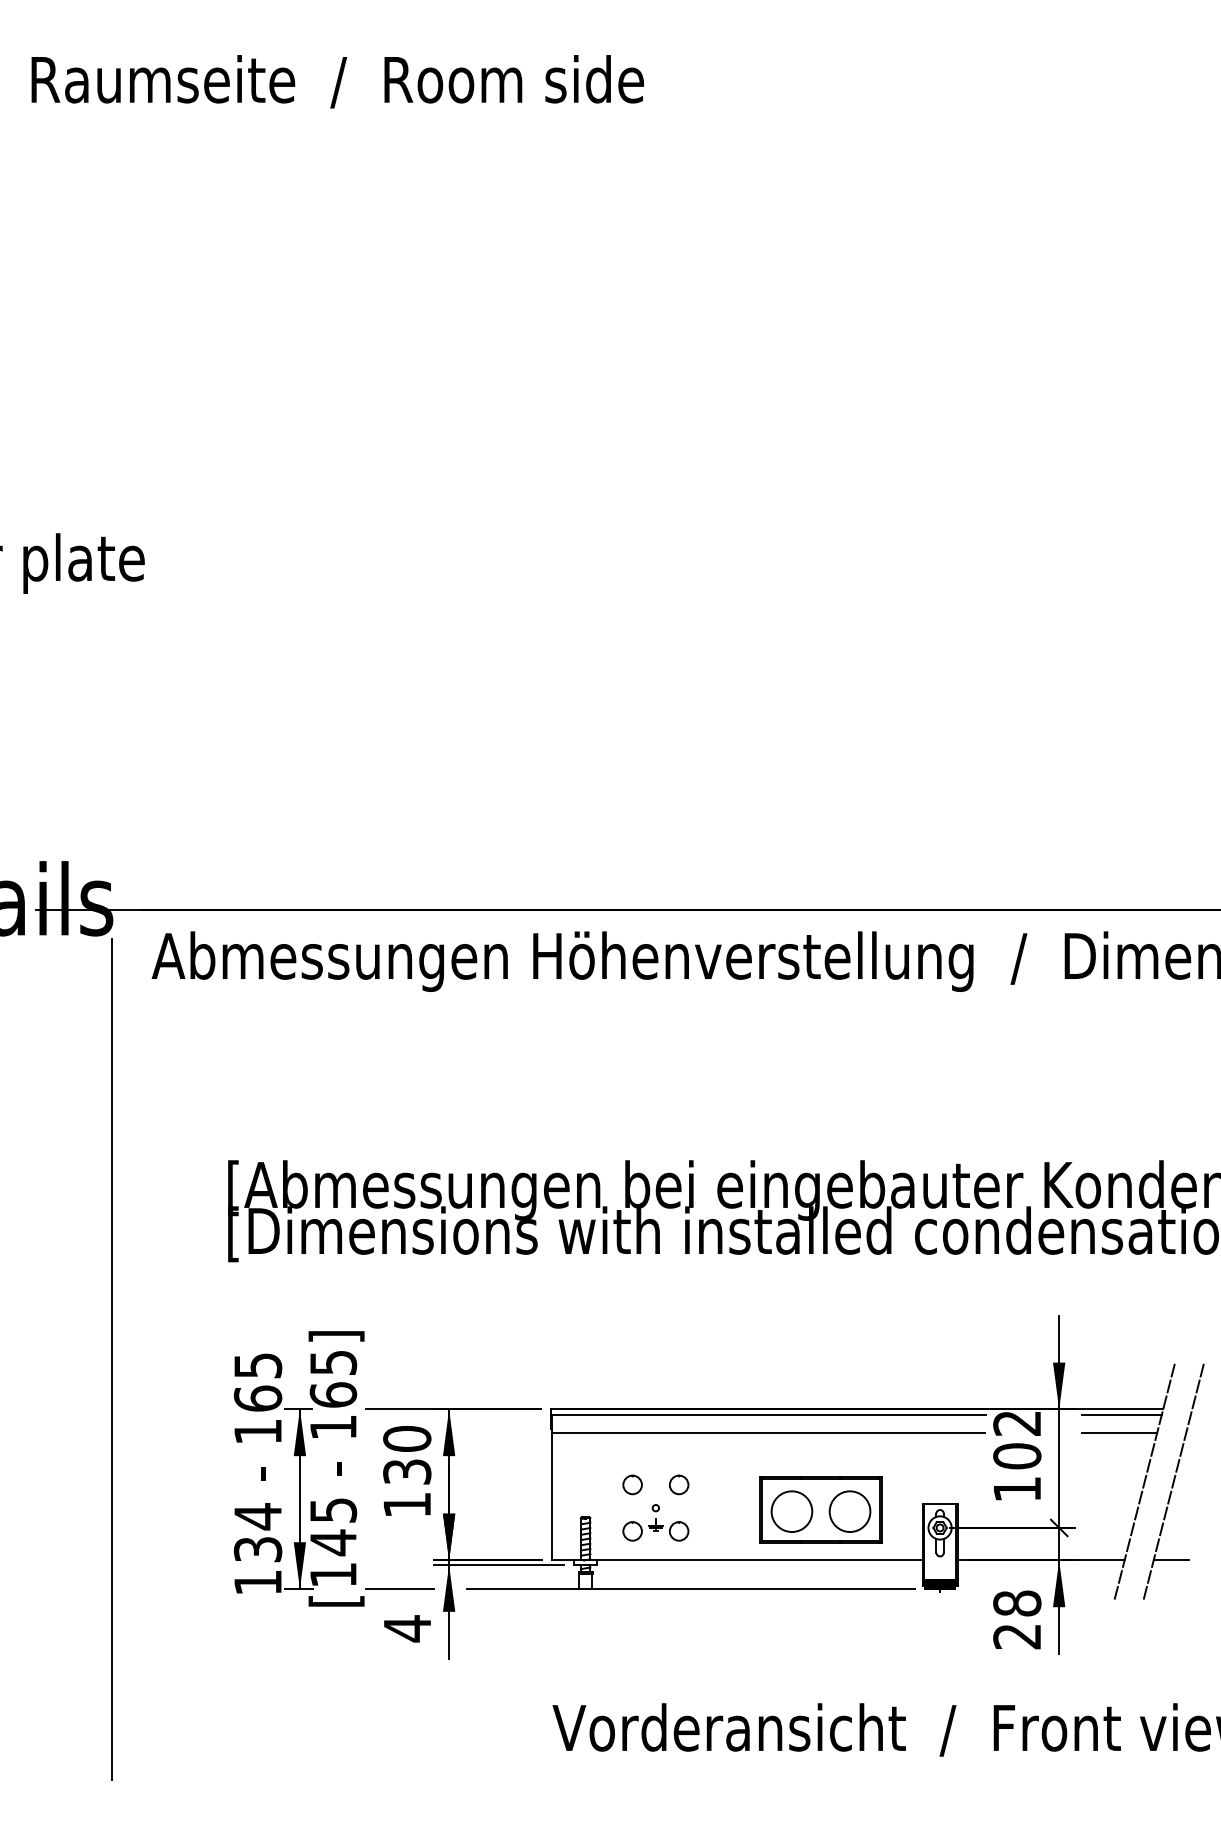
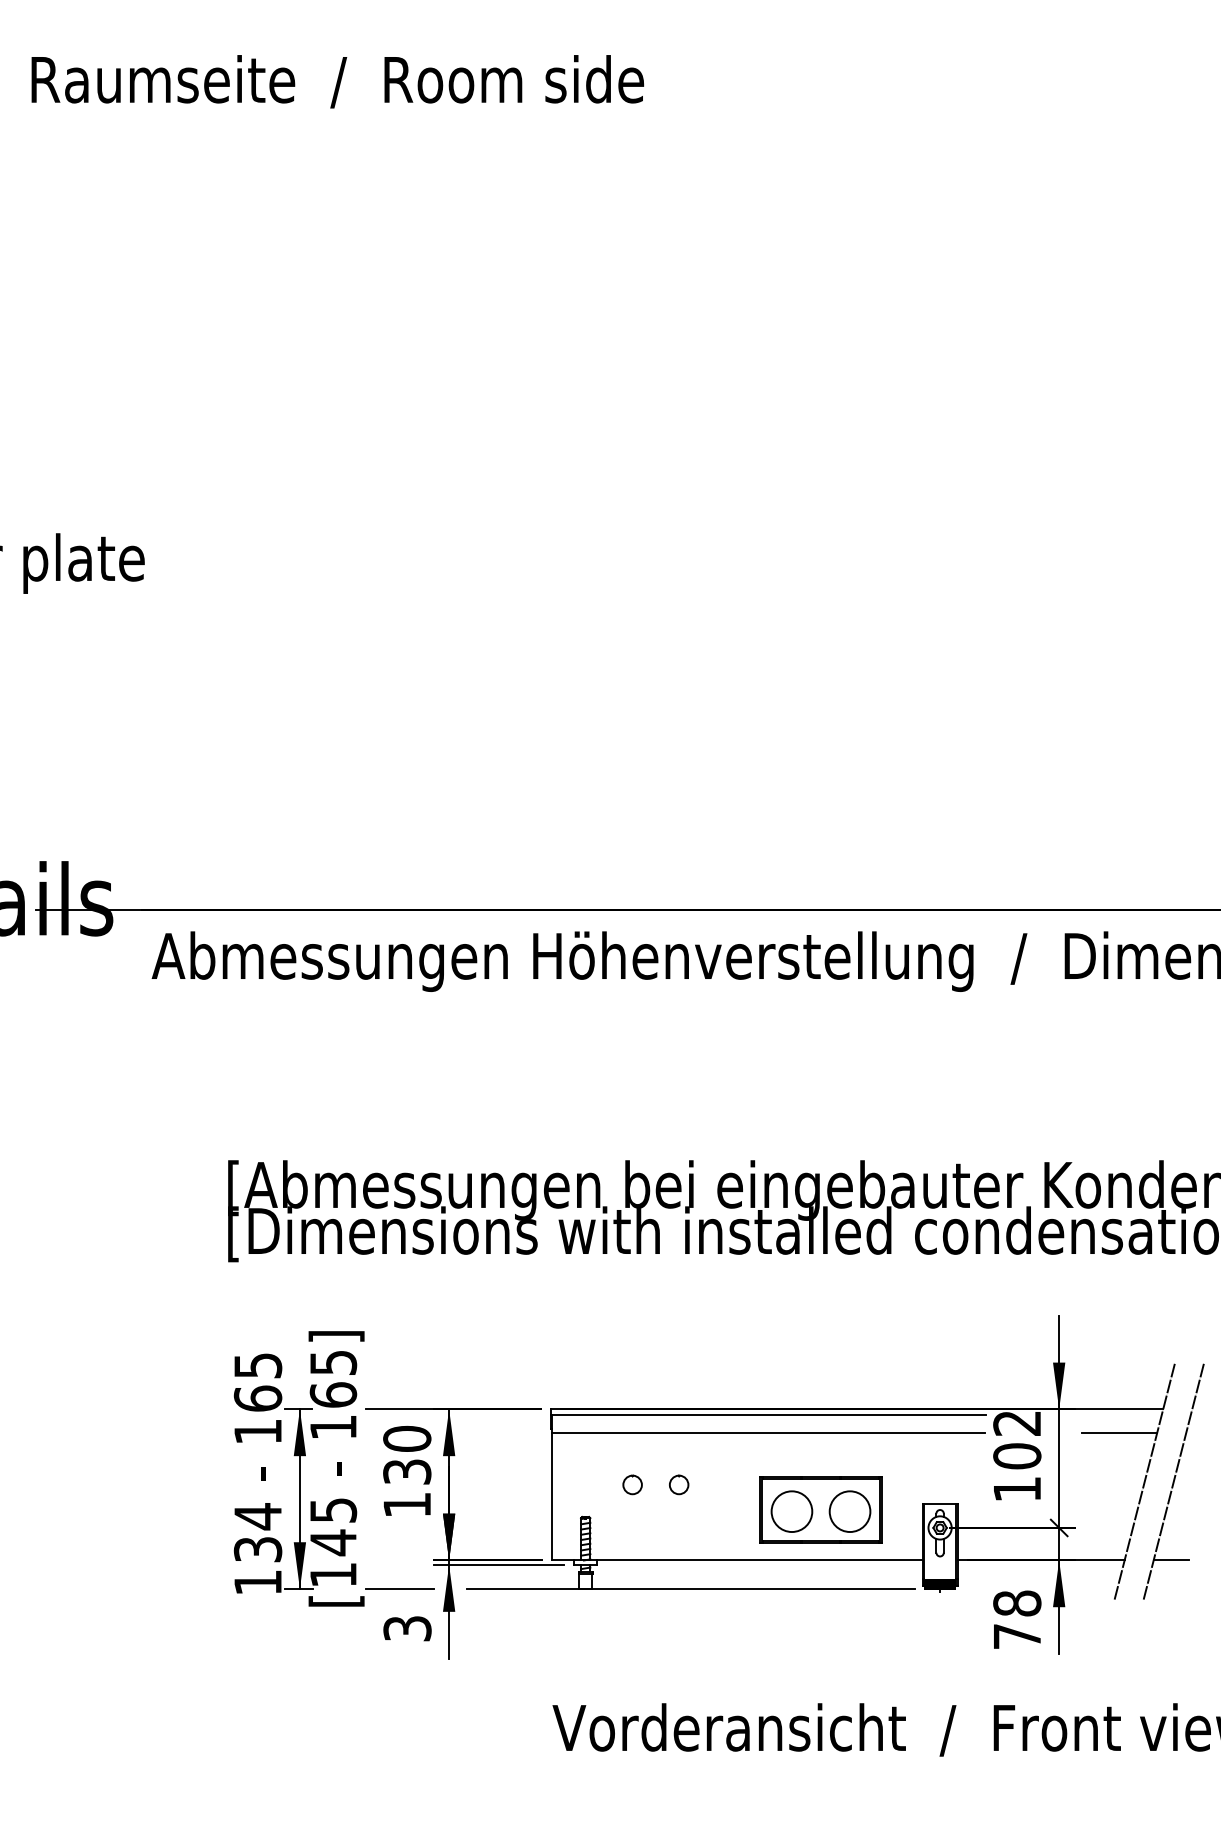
line at (111, 1359): present -> none
line at (1121, 1415): present -> none
part at (655, 1522): present -> none
text at (407, 1628): 4 -> 3
text at (1016, 1636): 28 -> 78
